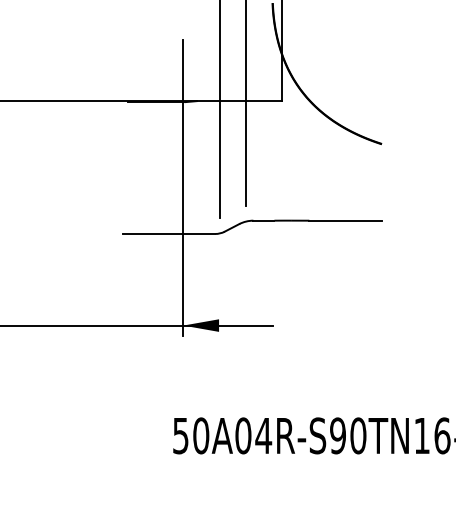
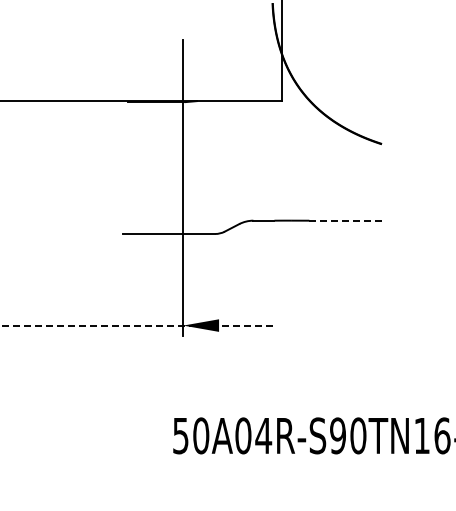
line at (245, 104): present -> none
line at (220, 110): present -> none
line at (346, 220): solid -> dashed
line at (136, 325): solid -> dashed
